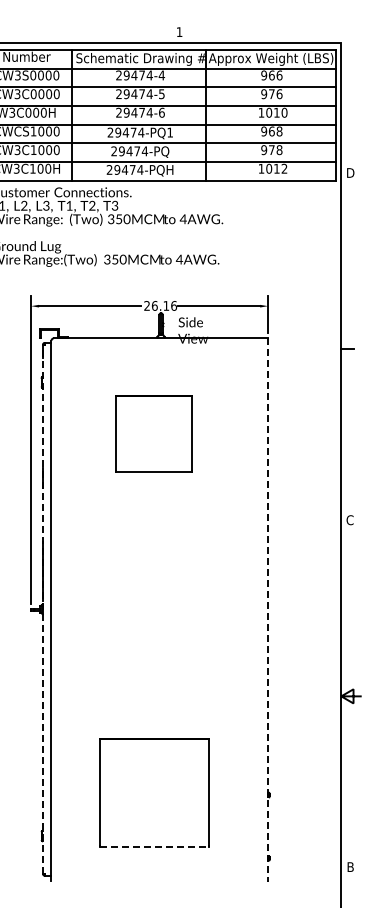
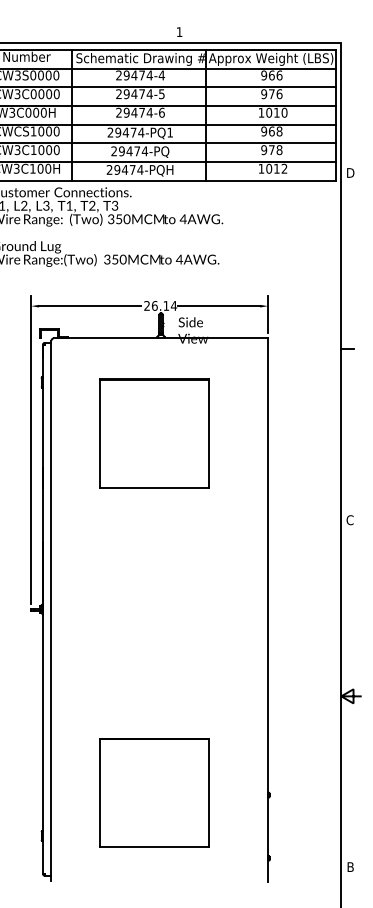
text at (173, 305): 26.16 -> 26.14
part at (153, 433) size: 78x78 px -> 111x111 px
line at (43, 609): dashed -> solid
line at (268, 610): dashed -> solid
line at (154, 847): dashed -> solid
